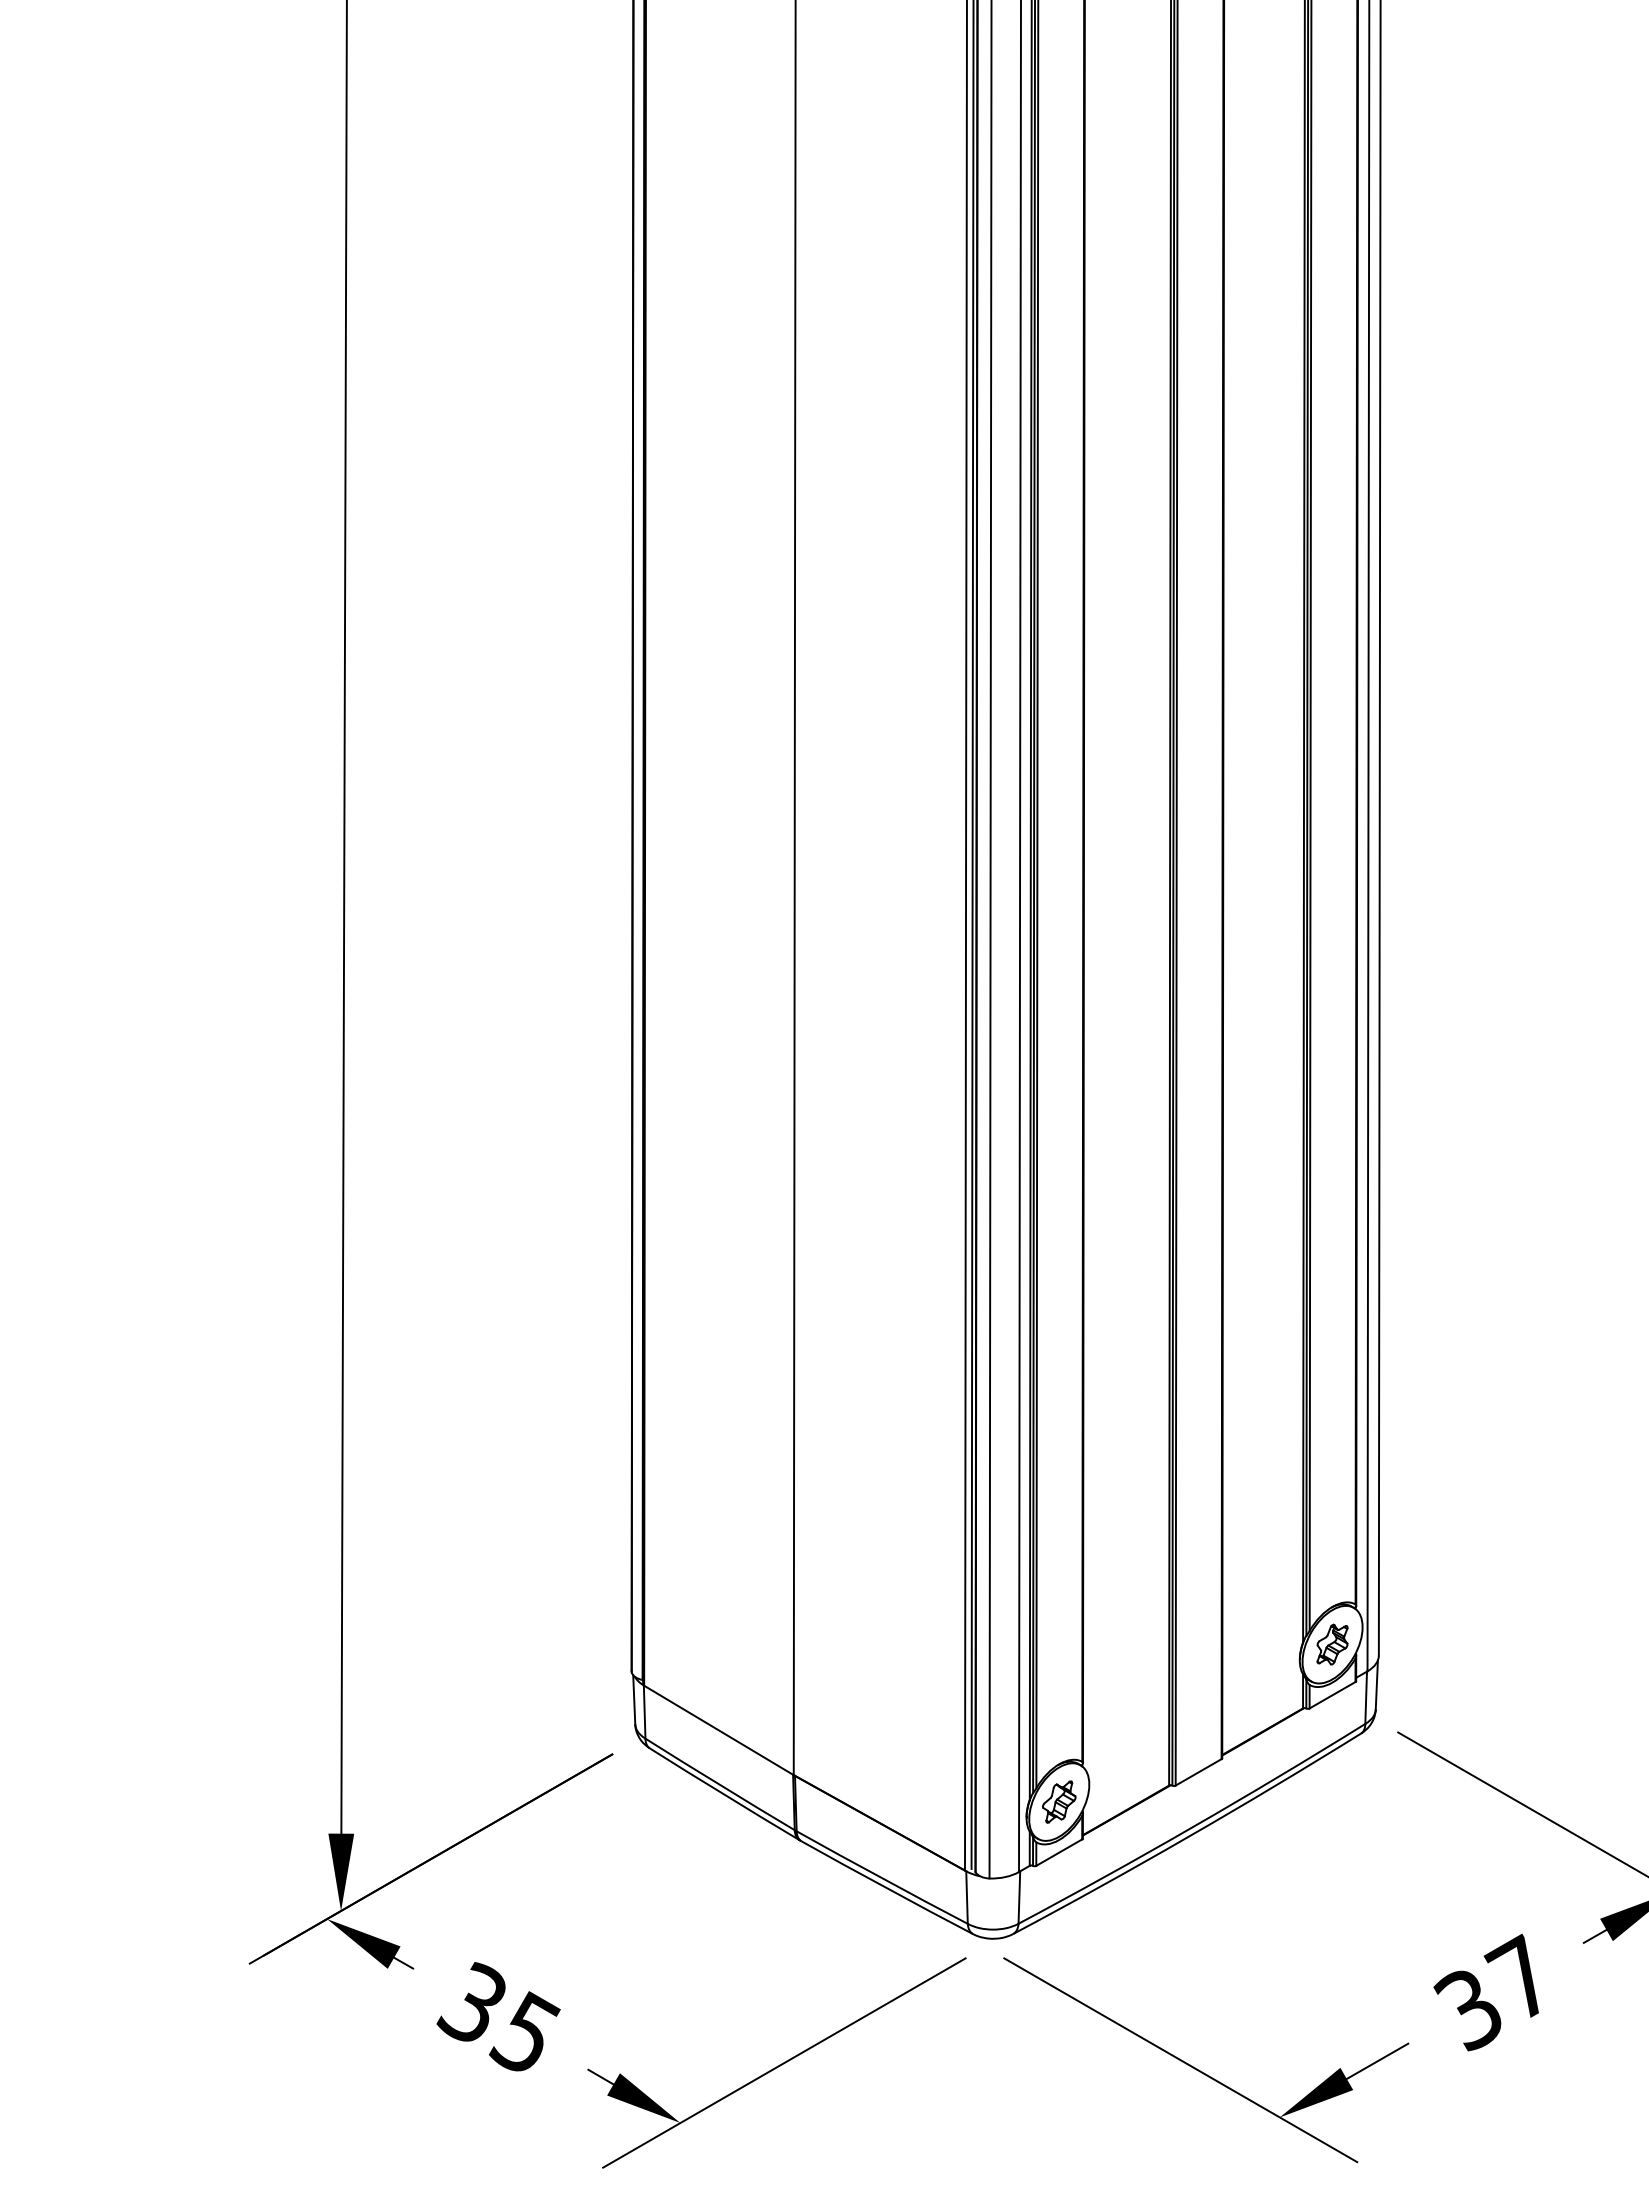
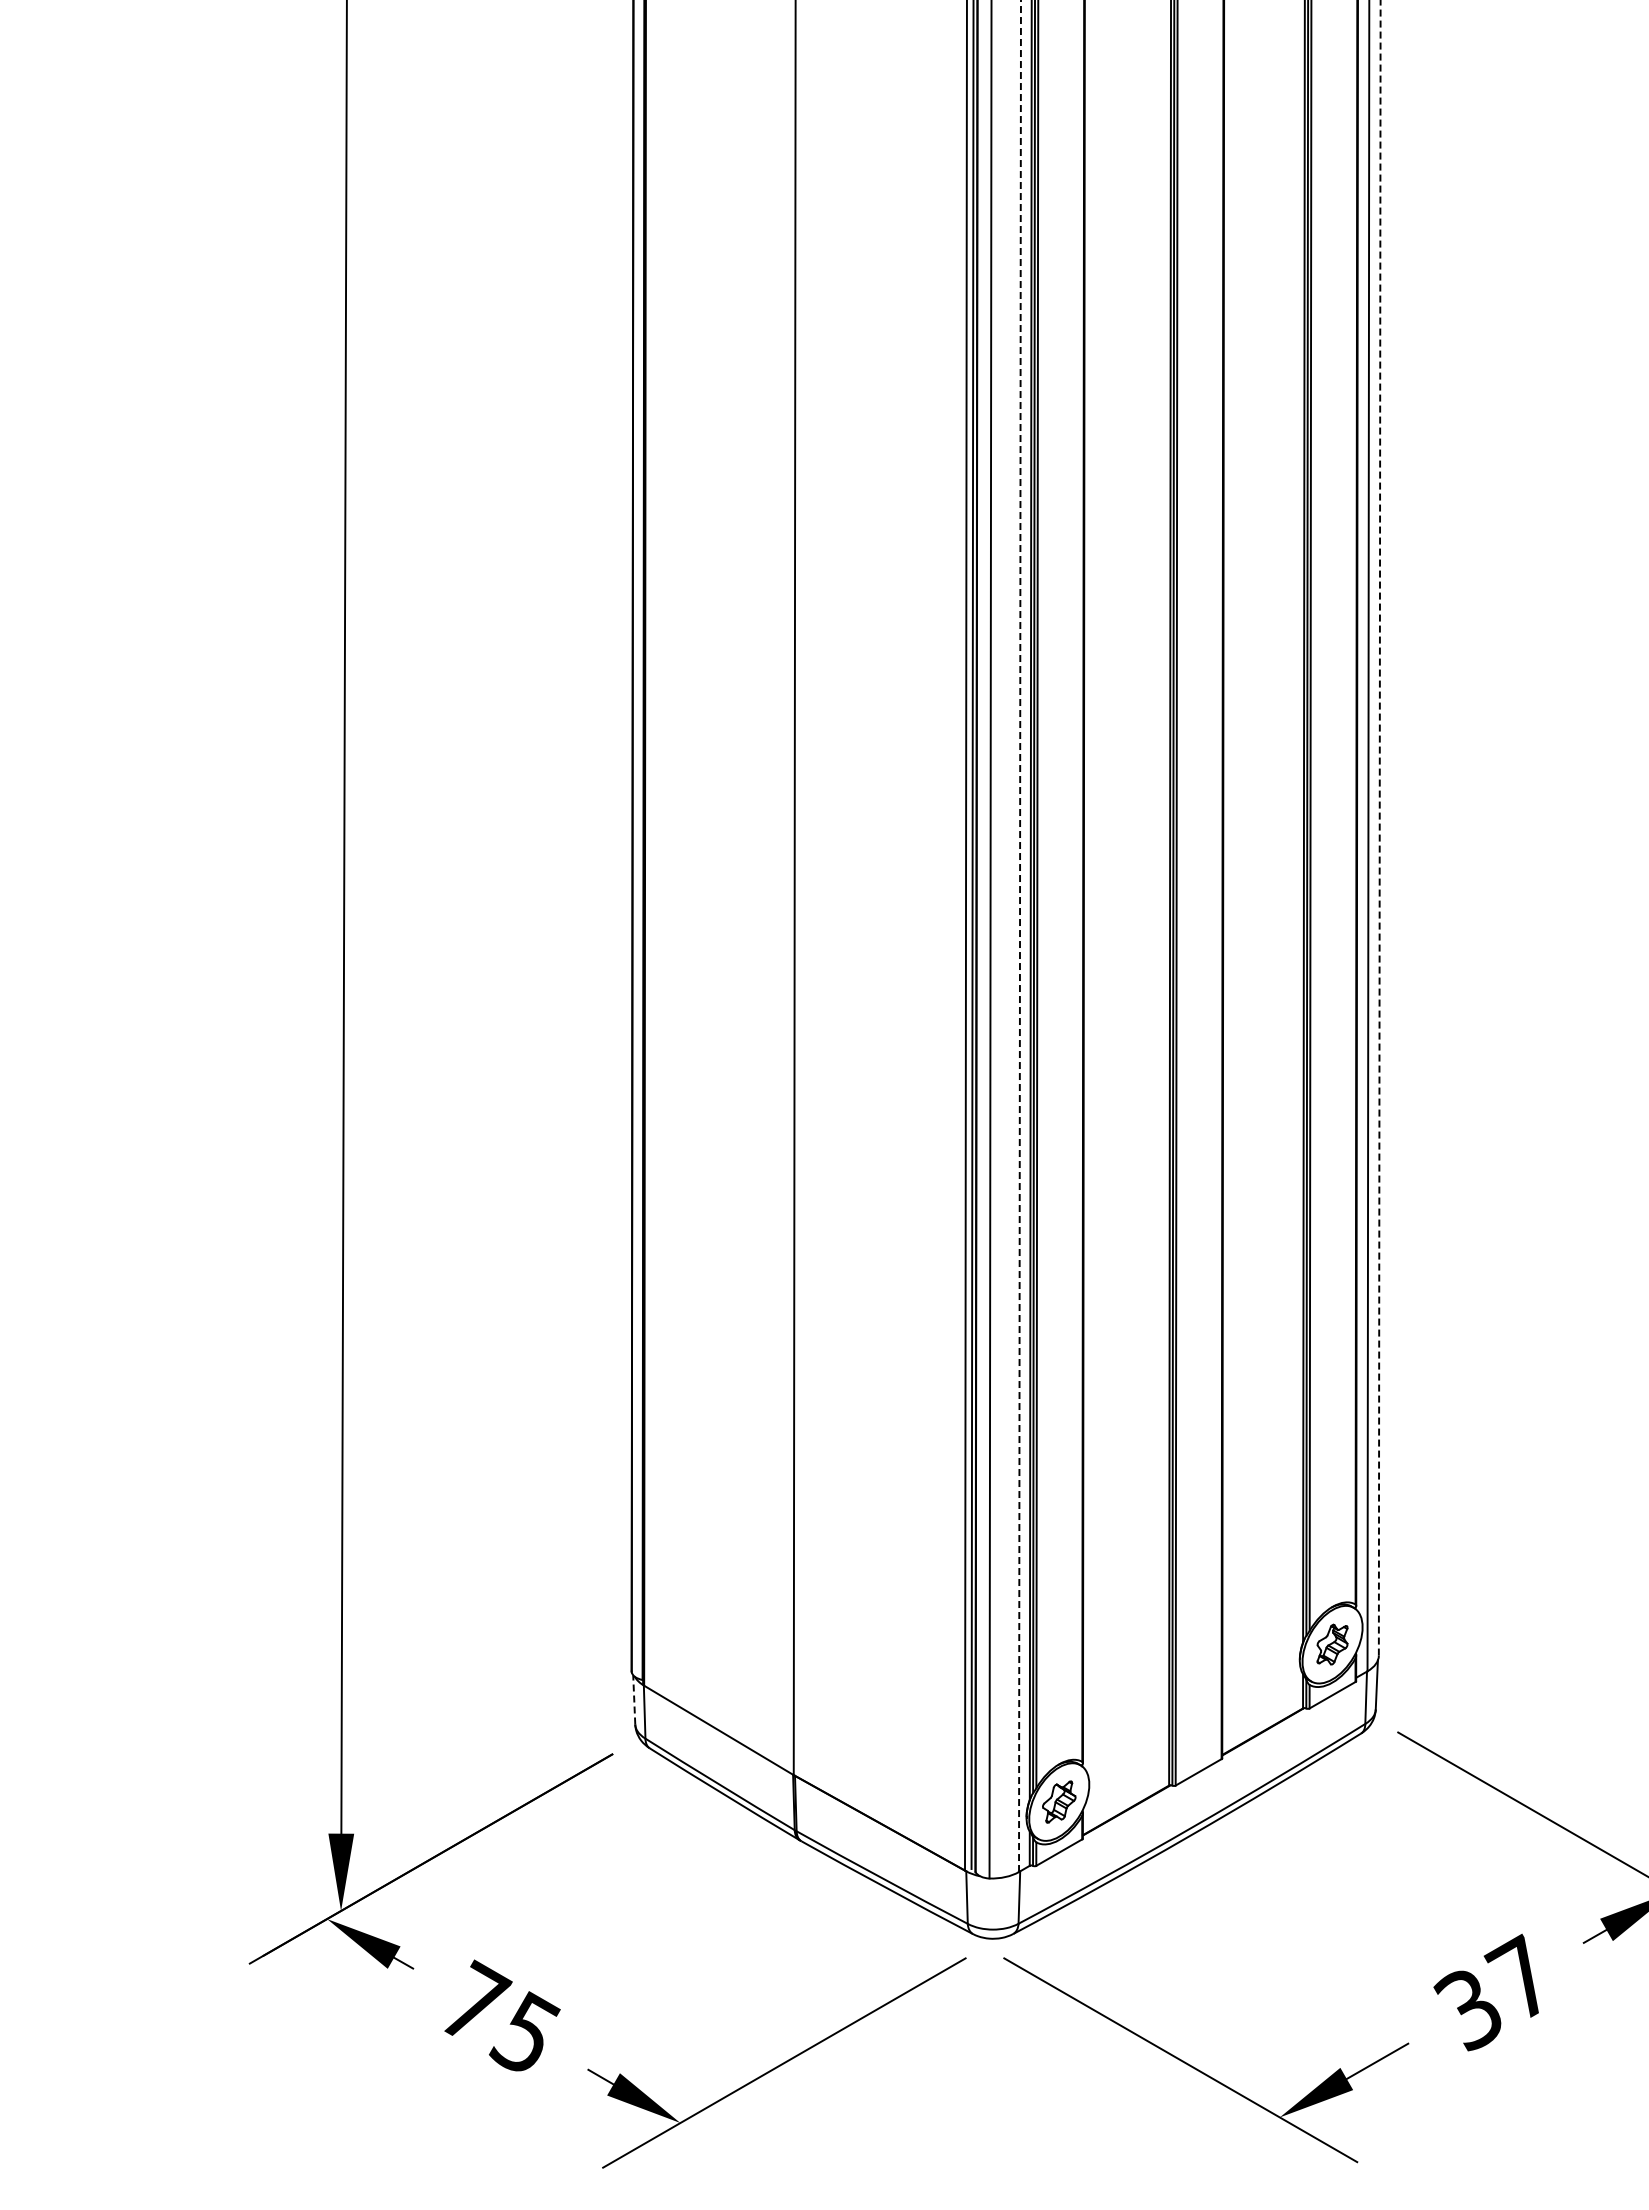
line at (1379, 827): solid -> dashed
line at (1020, 936): solid -> dashed
line at (634, 1699): solid -> dashed
text at (474, 2000): 35 -> 75
